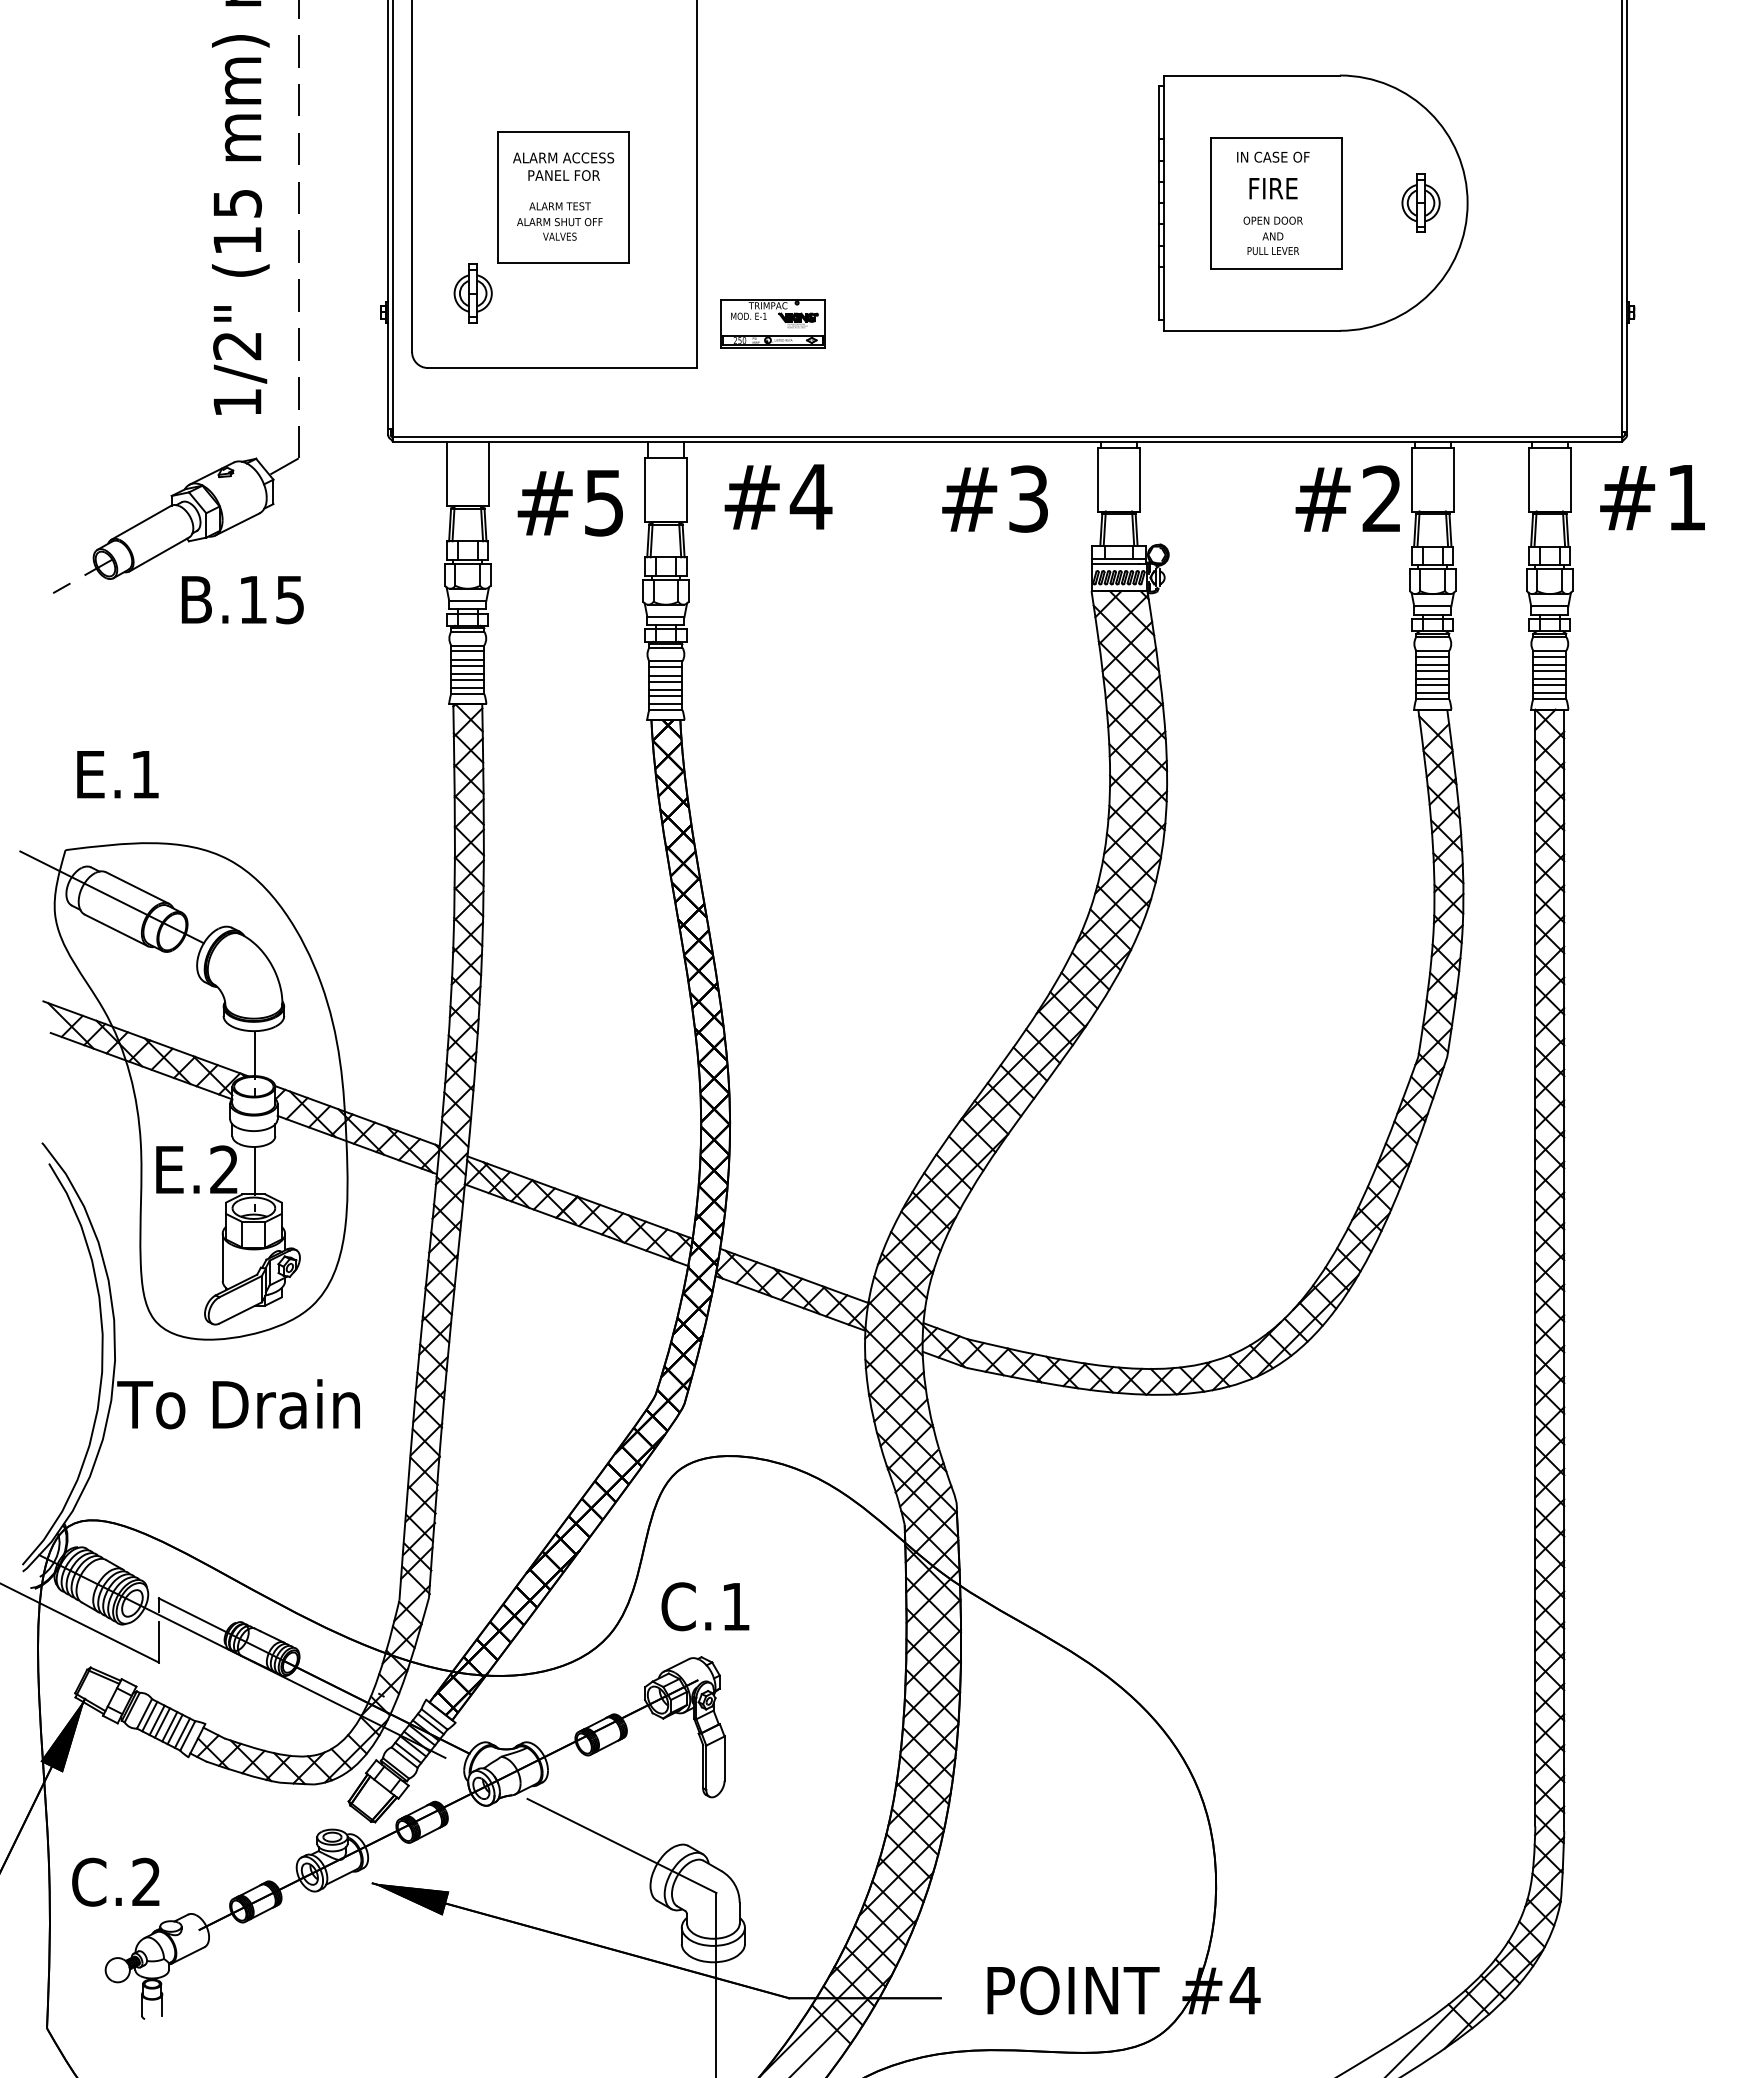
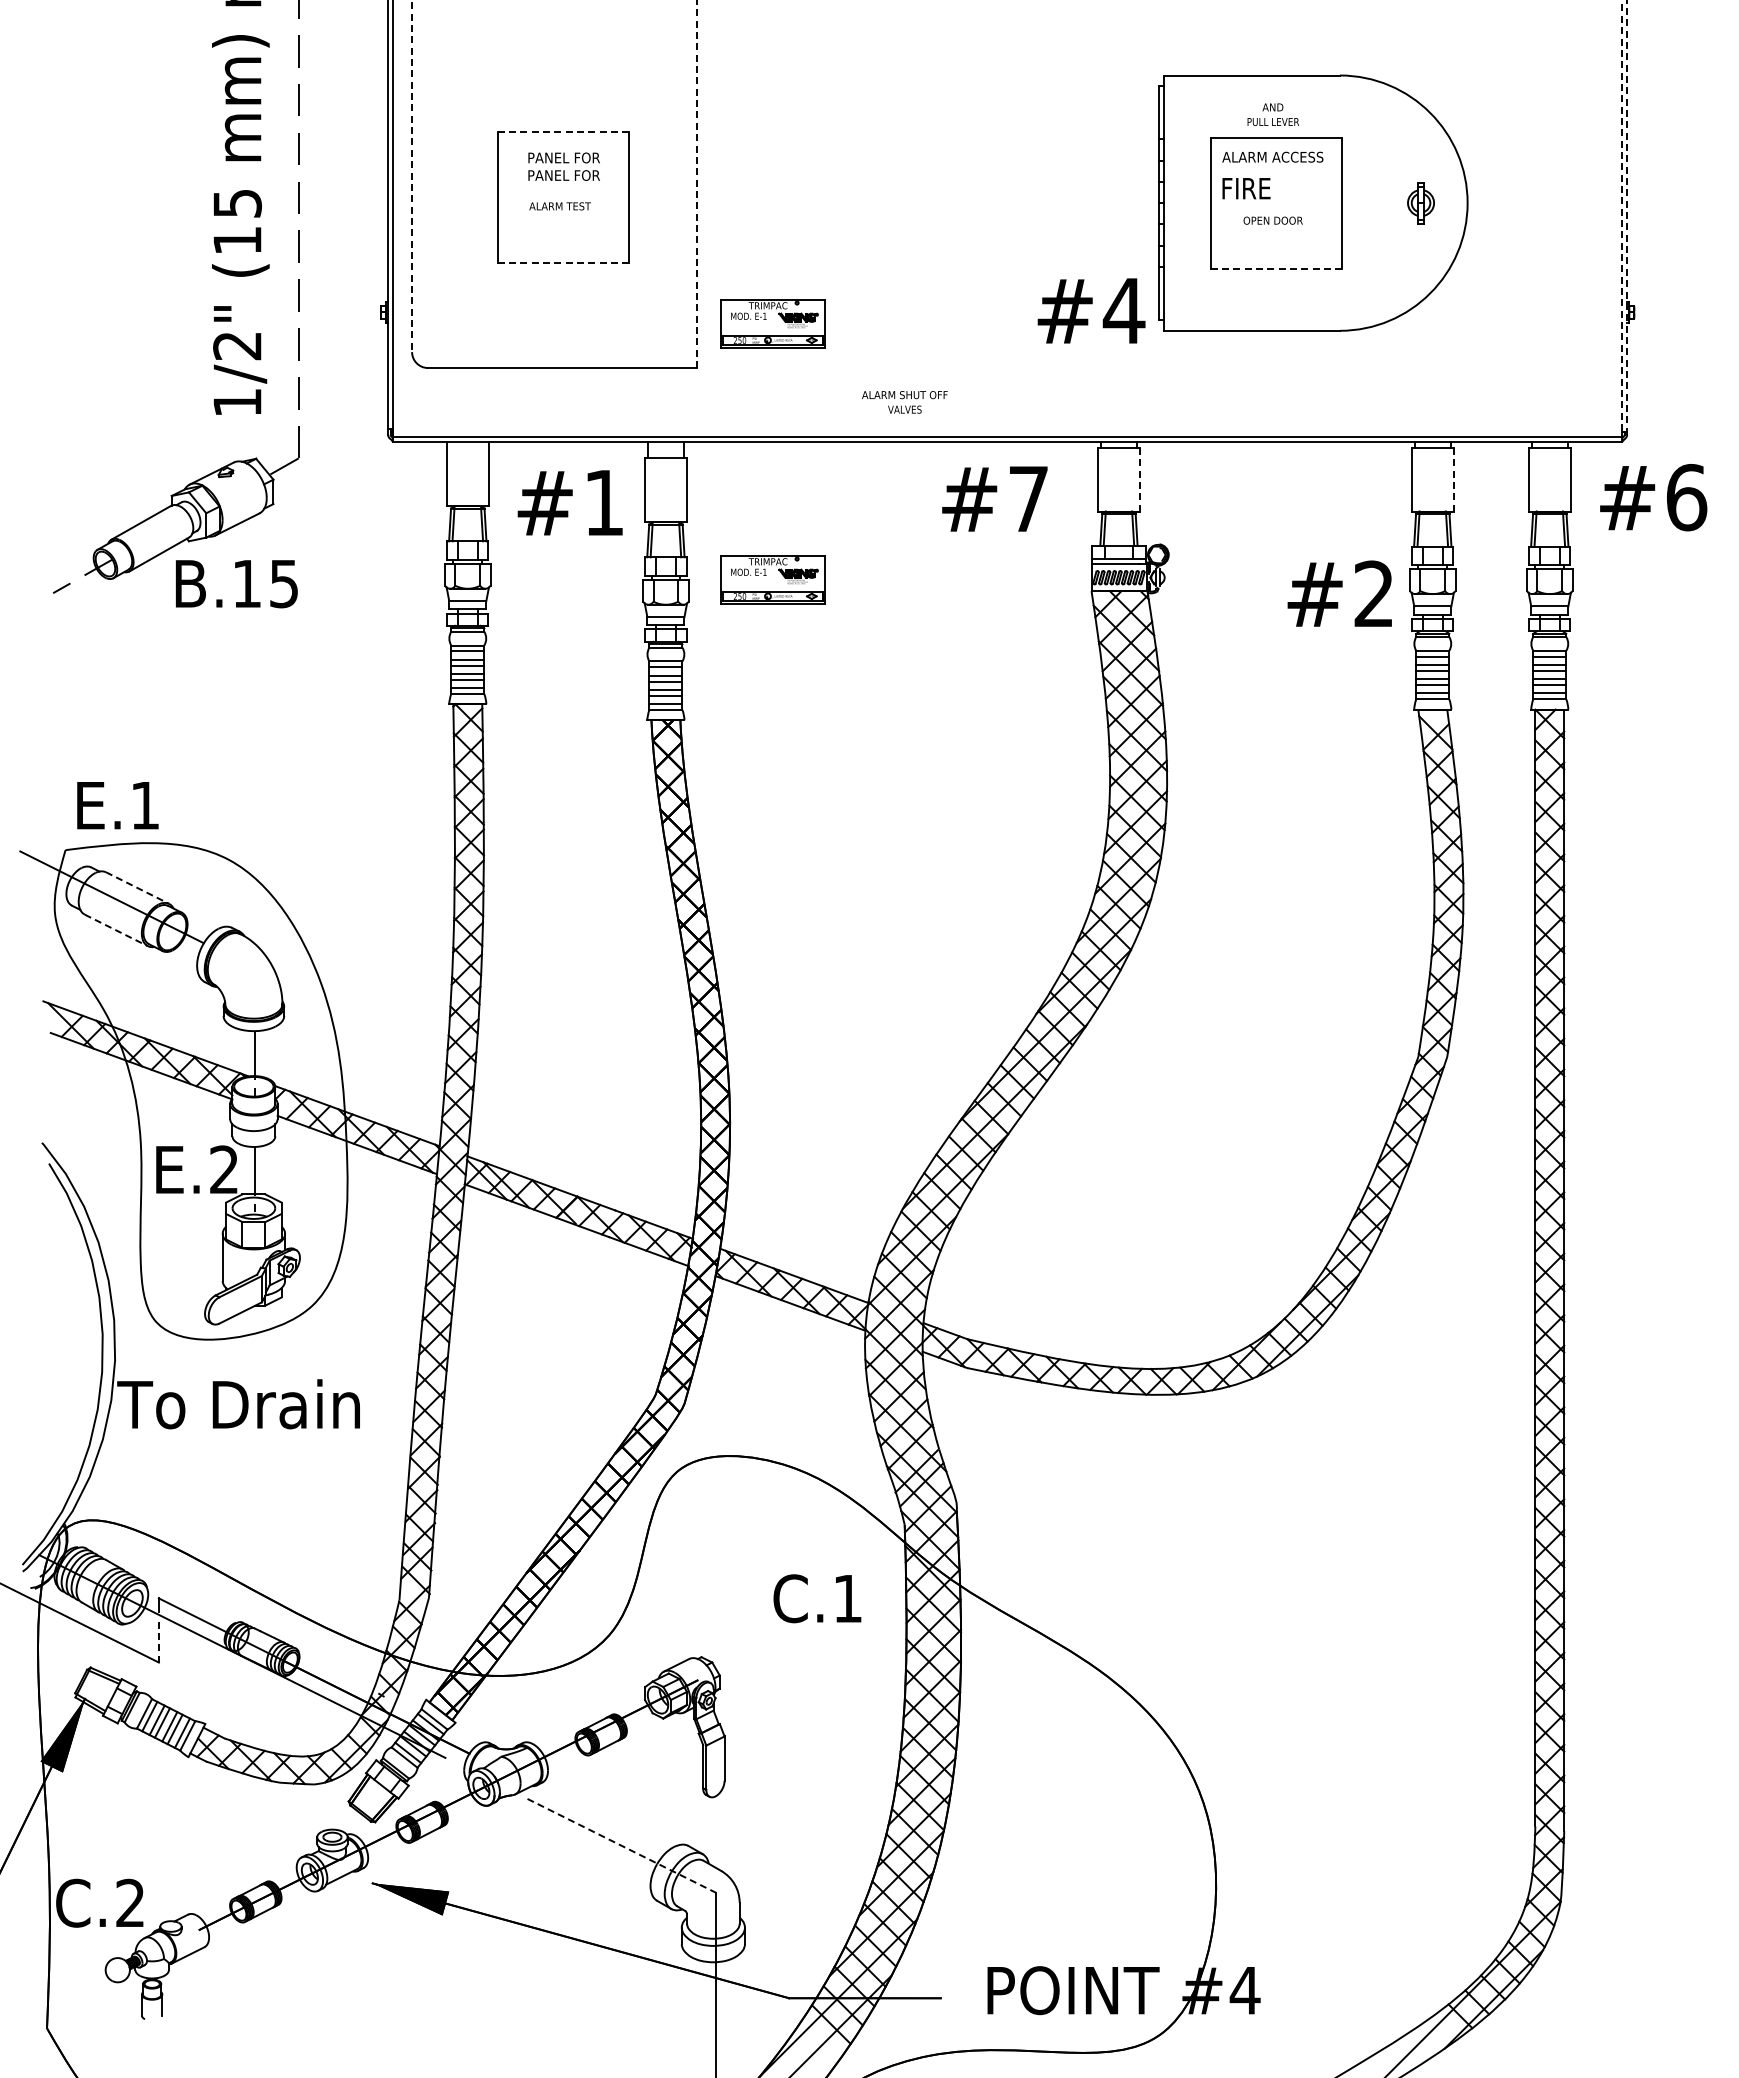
line at (563, 132): solid -> dashed
text at (1272, 156): IN CASE OF -> ALARM ACCESS
text at (563, 157): ALARM ACCESS -> PANEL FOR
line at (412, 176): solid -> dashed
line at (696, 184): solid -> dashed
text at (1273, 188) position: (1273, 188) -> (1246, 188)
part at (1420, 202) size: 40x60 px -> 28x43 px
line at (1627, 216): solid -> dashed
line at (1621, 221): solid -> dashed
text at (559, 229) position: (559, 229) -> (904, 402)
text at (1273, 243) position: (1273, 243) -> (1273, 114)
line at (563, 263): solid -> dashed
line at (1276, 268): solid -> dashed
part at (472, 293): present -> none
line at (1140, 479): solid -> dashed
line at (1454, 479): solid -> dashed
text at (778, 496) position: (778, 496) -> (1091, 310)
text at (1687, 497): #1 -> #6
text at (1028, 498): #3 -> #7
text at (1347, 498) position: (1347, 498) -> (1339, 593)
text at (603, 503): #5 -> #1
part at (772, 579): none -> present
text at (242, 600) position: (242, 600) -> (236, 584)
text at (117, 774) position: (117, 774) -> (117, 805)
line at (138, 888): solid -> dashed
line at (116, 930): solid -> dashed
text at (705, 1606) position: (705, 1606) -> (817, 1598)
line at (158, 1642): solid -> dashed
line at (622, 1845): solid -> dashed
text at (115, 1881) position: (115, 1881) -> (99, 1902)
